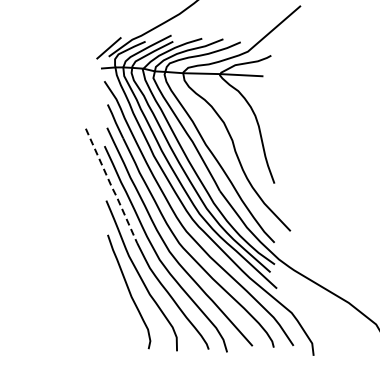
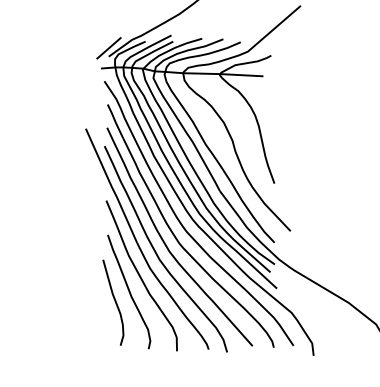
line at (112, 187): dashed -> solid
curve at (114, 301): none -> present
